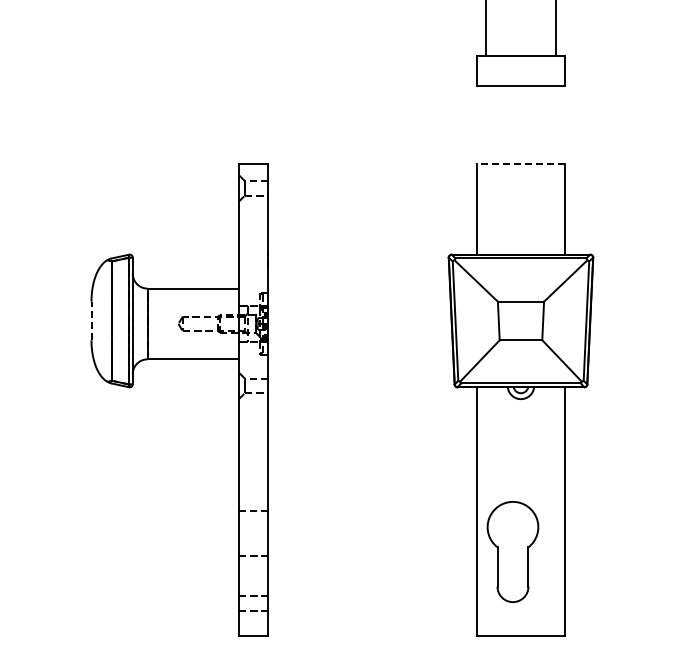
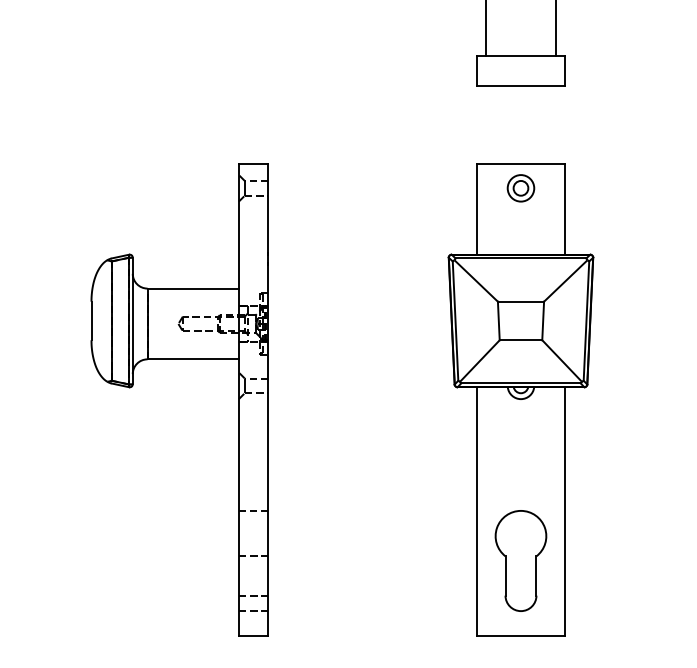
line at (520, 164): dashed -> solid
part at (520, 188): none -> present
line at (91, 320): dashed -> solid
part at (512, 551) position: (512, 551) -> (520, 560)
